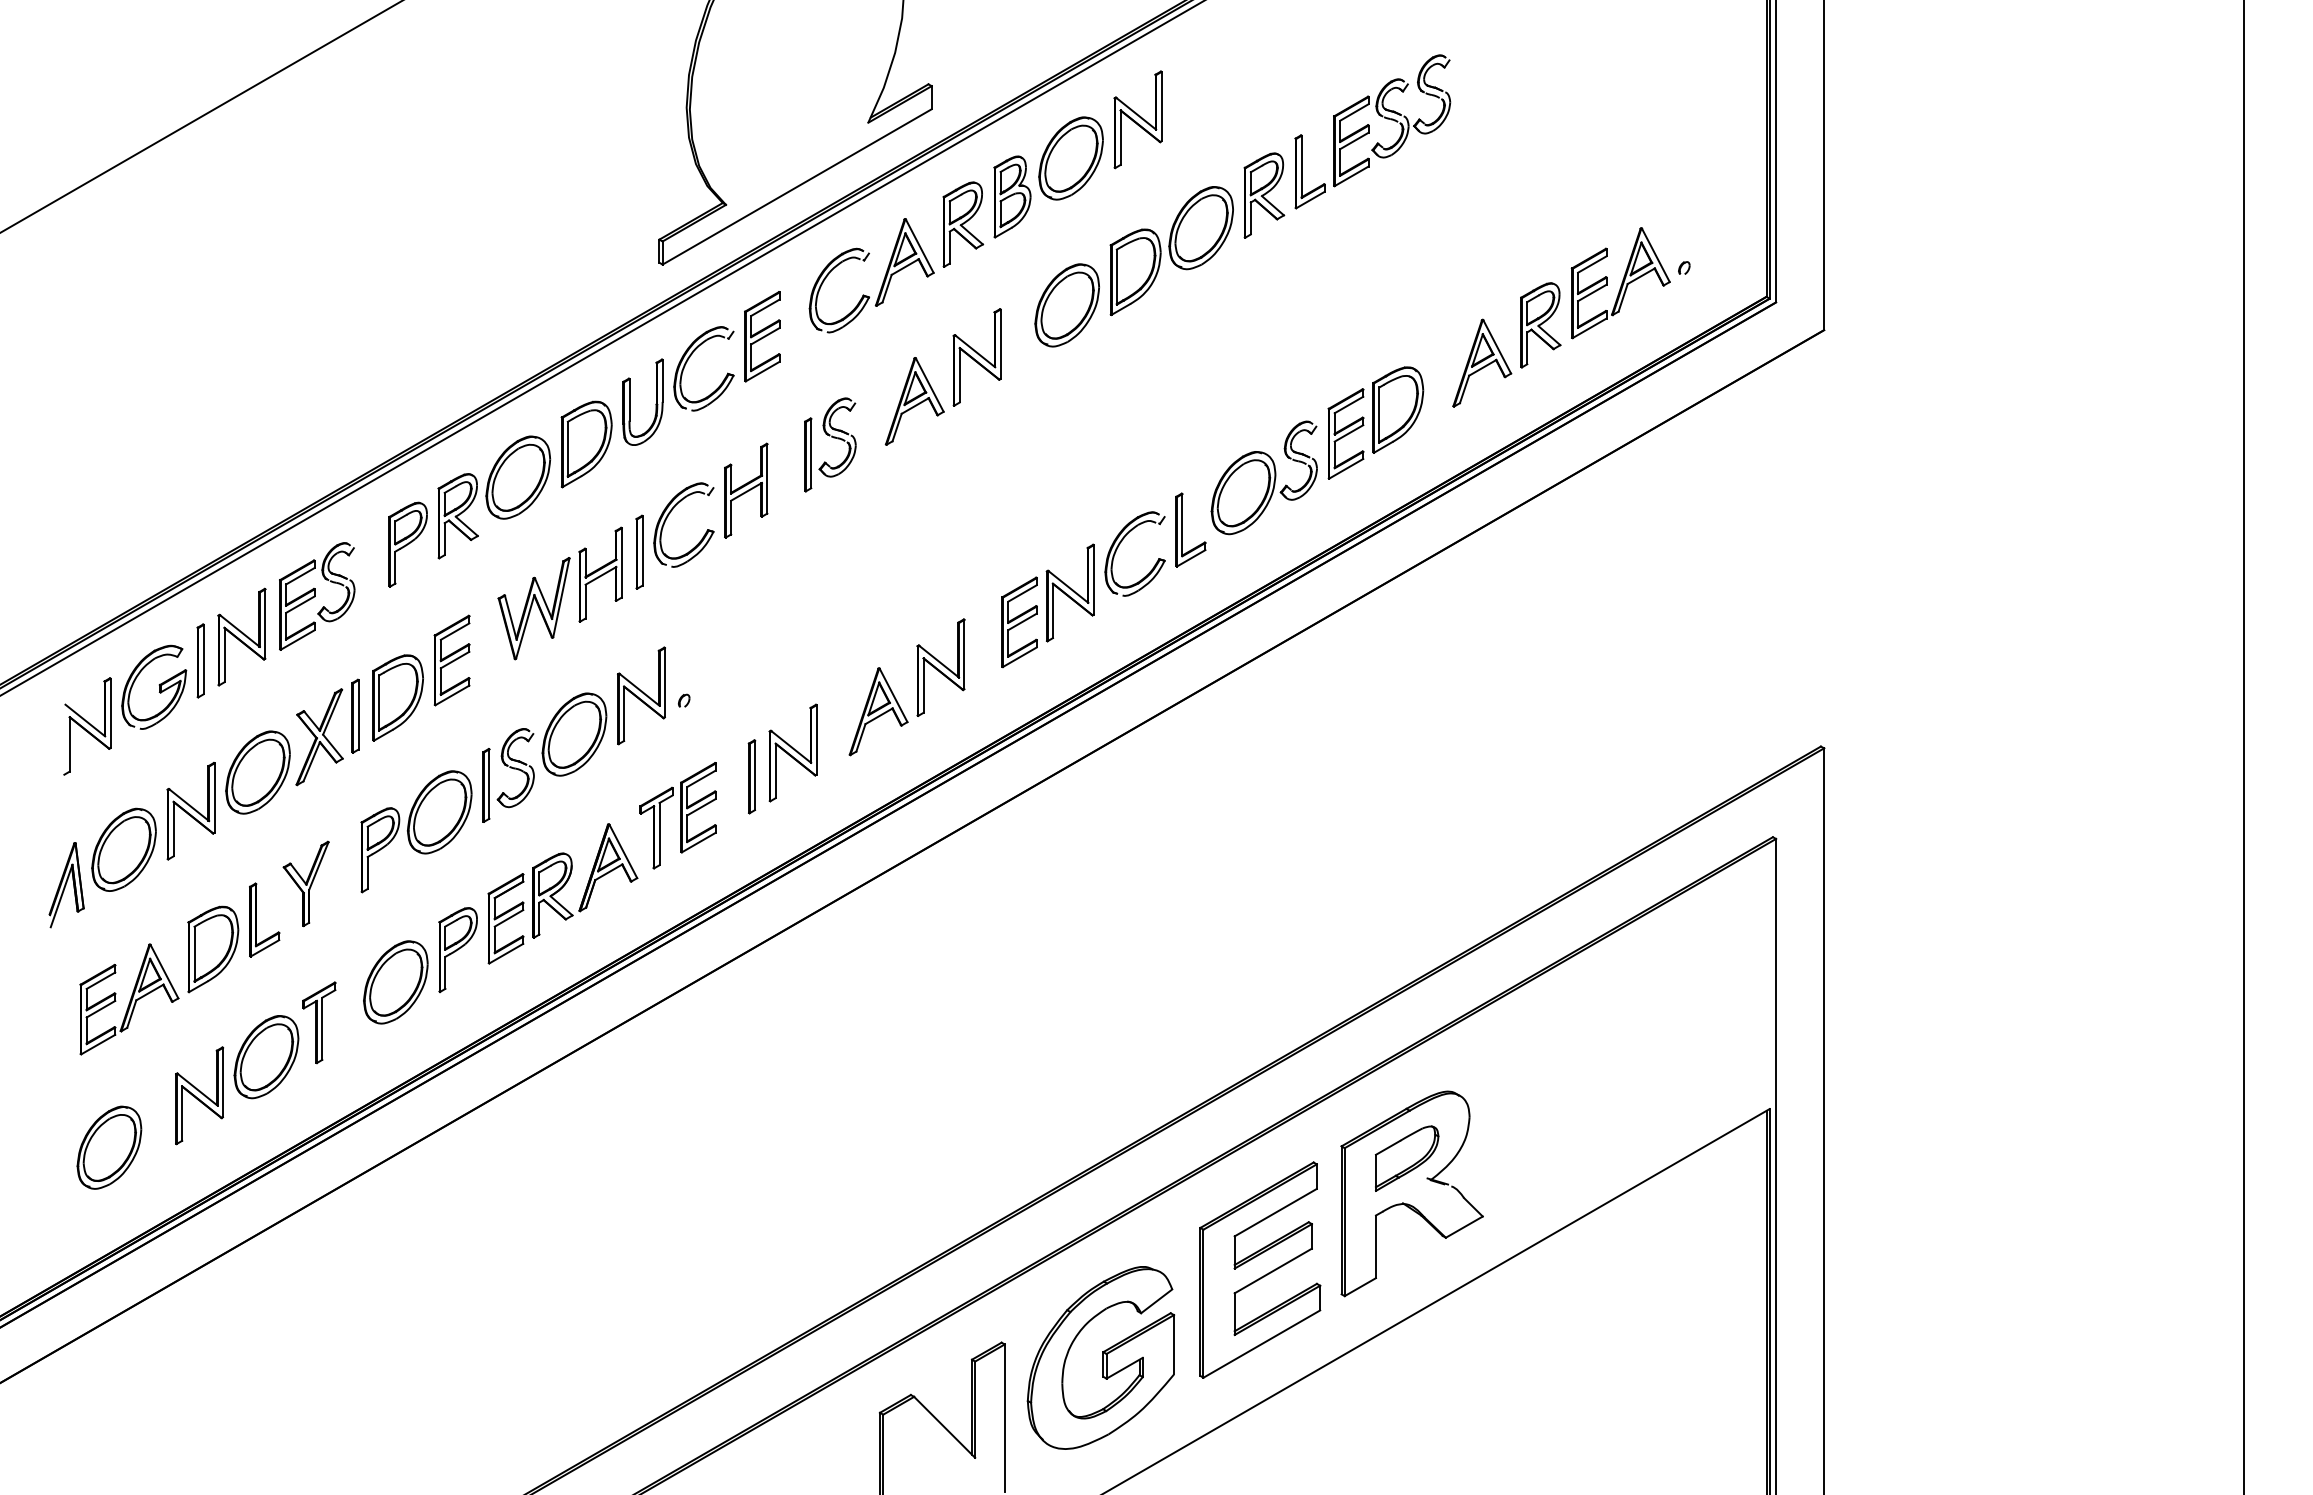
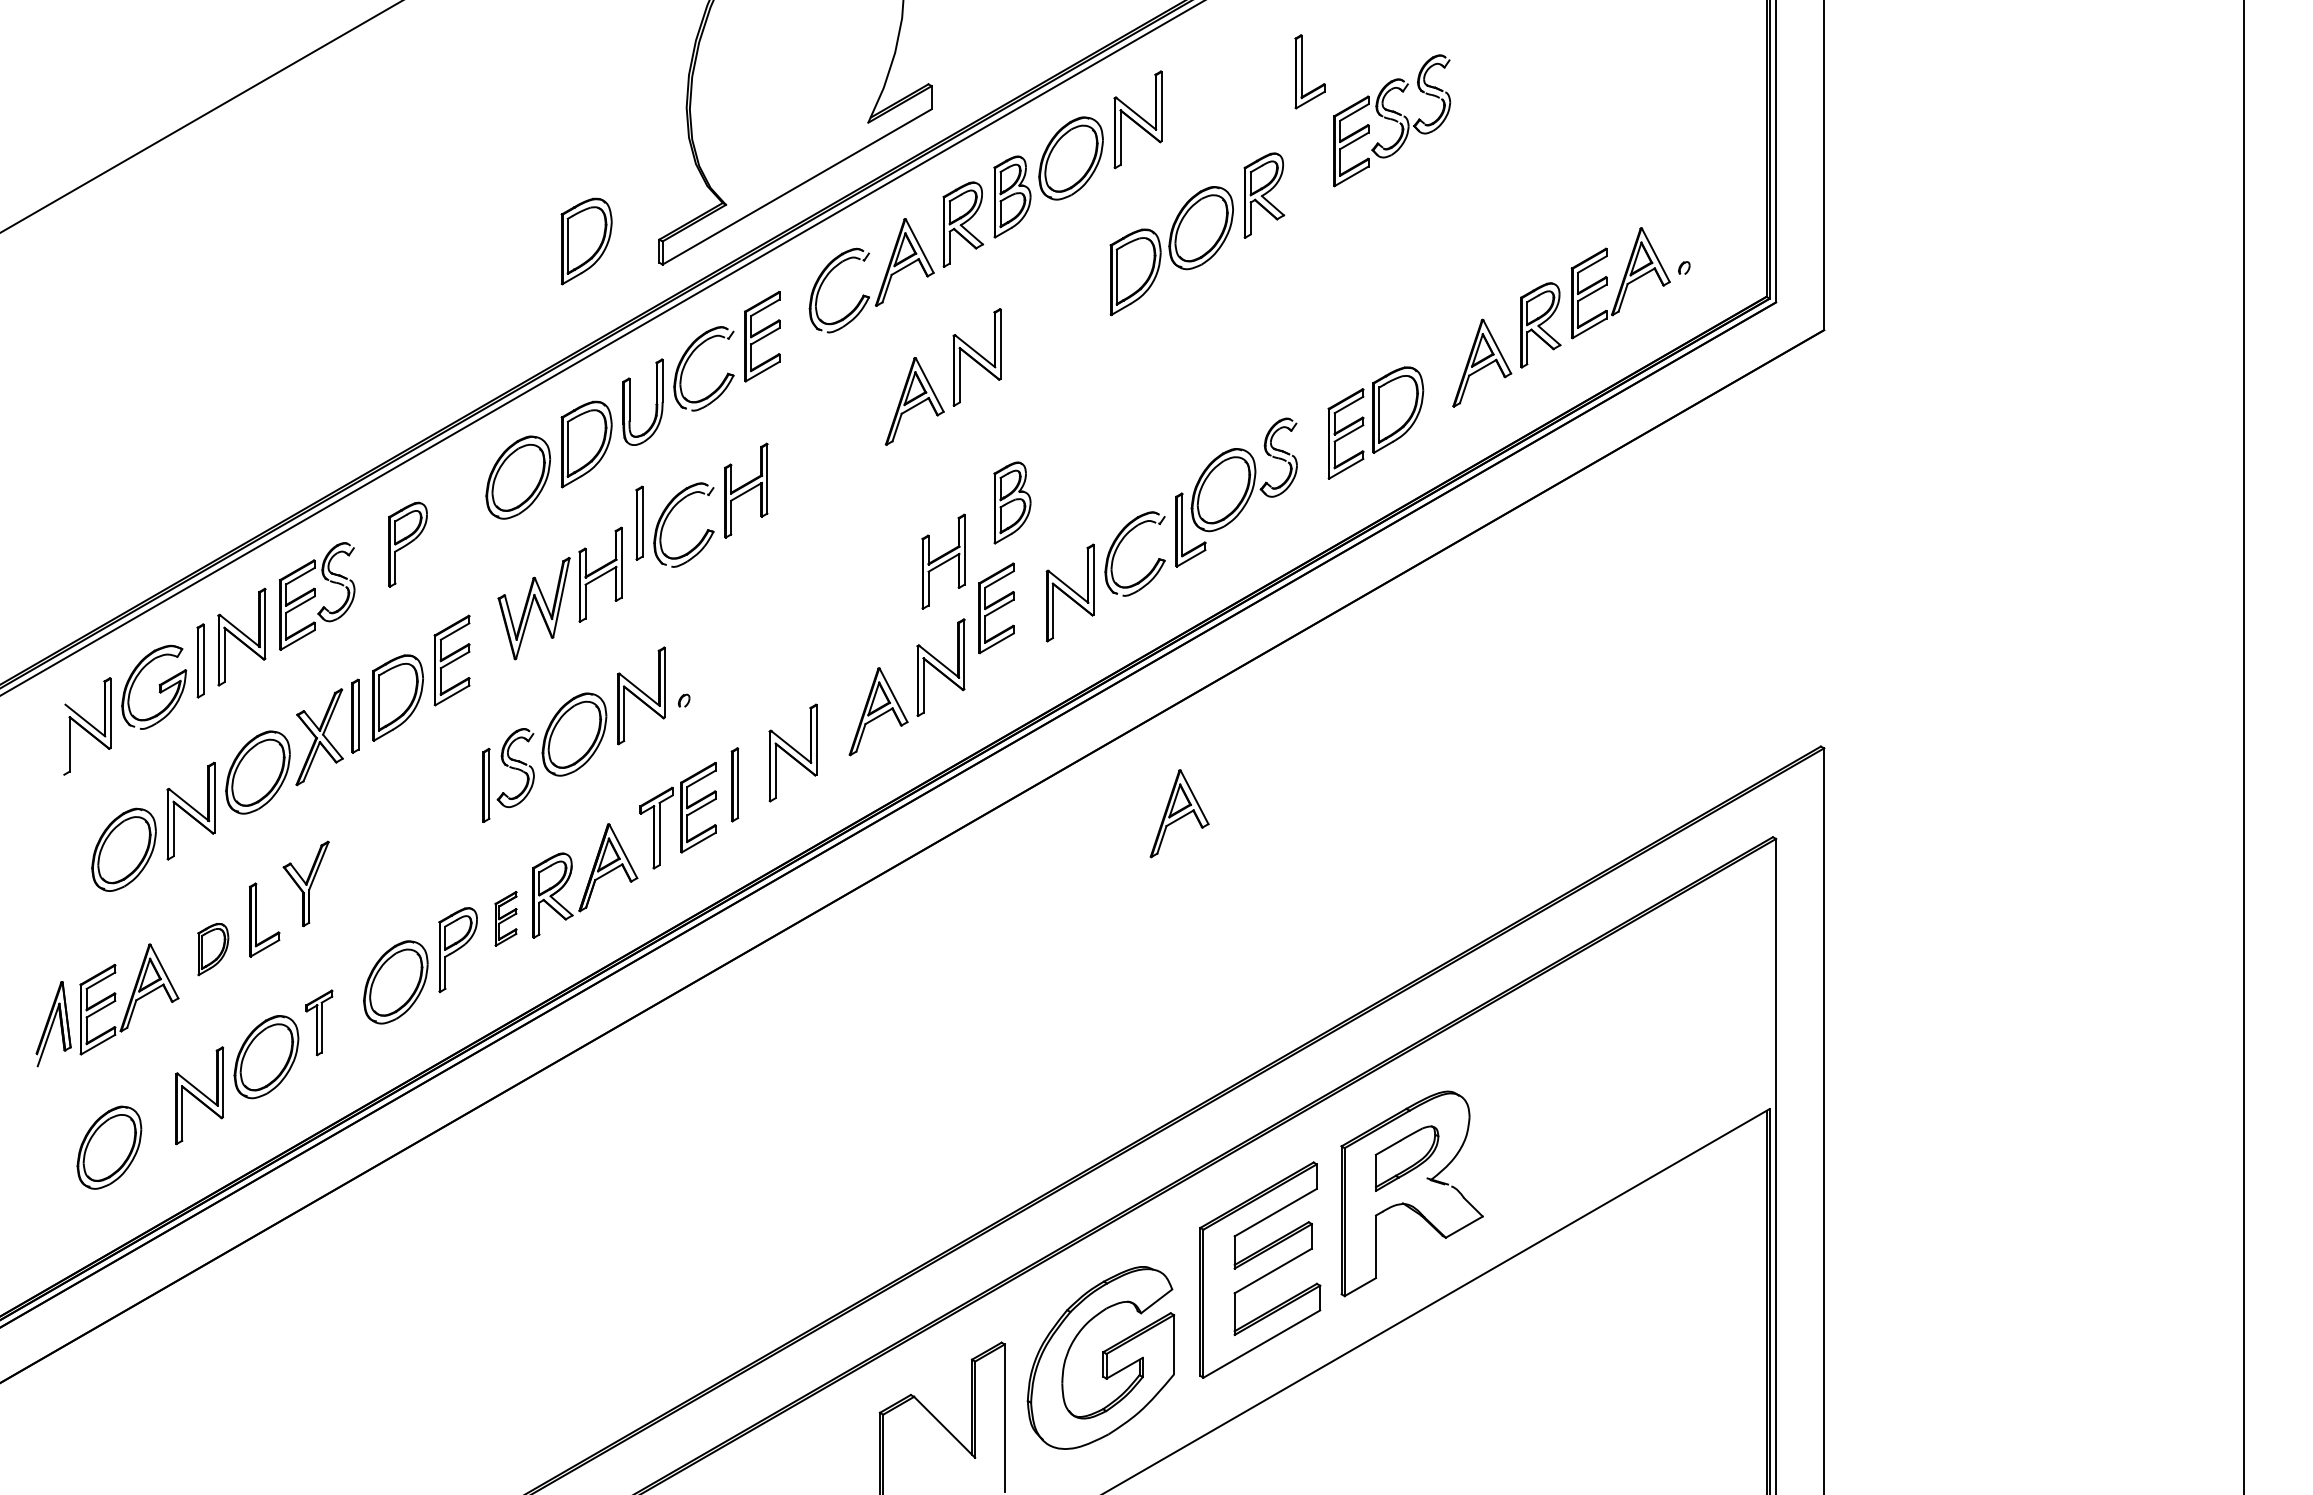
part at (1302, 171) position: (1302, 171) -> (1302, 71)
part at (586, 241): none -> present
part at (1066, 305): present -> none
part at (833, 438): present -> none
part at (1263, 477) position: (1263, 477) -> (1243, 474)
part at (1012, 502): none -> present
part at (457, 516): present -> none
part at (639, 551) position: (639, 551) -> (639, 522)
part at (943, 561): none -> present
part at (1019, 622) position: (1019, 622) -> (996, 608)
part at (751, 776) position: (751, 776) -> (734, 784)
part at (1179, 813): none -> present
part at (416, 831): present -> none
part at (66, 885) position: (66, 885) -> (53, 1024)
part at (505, 918) size: 38x92 px -> 24x56 px
part at (213, 949) size: 53x89 px -> 33x54 px
part at (319, 1022) size: 35x84 px -> 29x68 px
